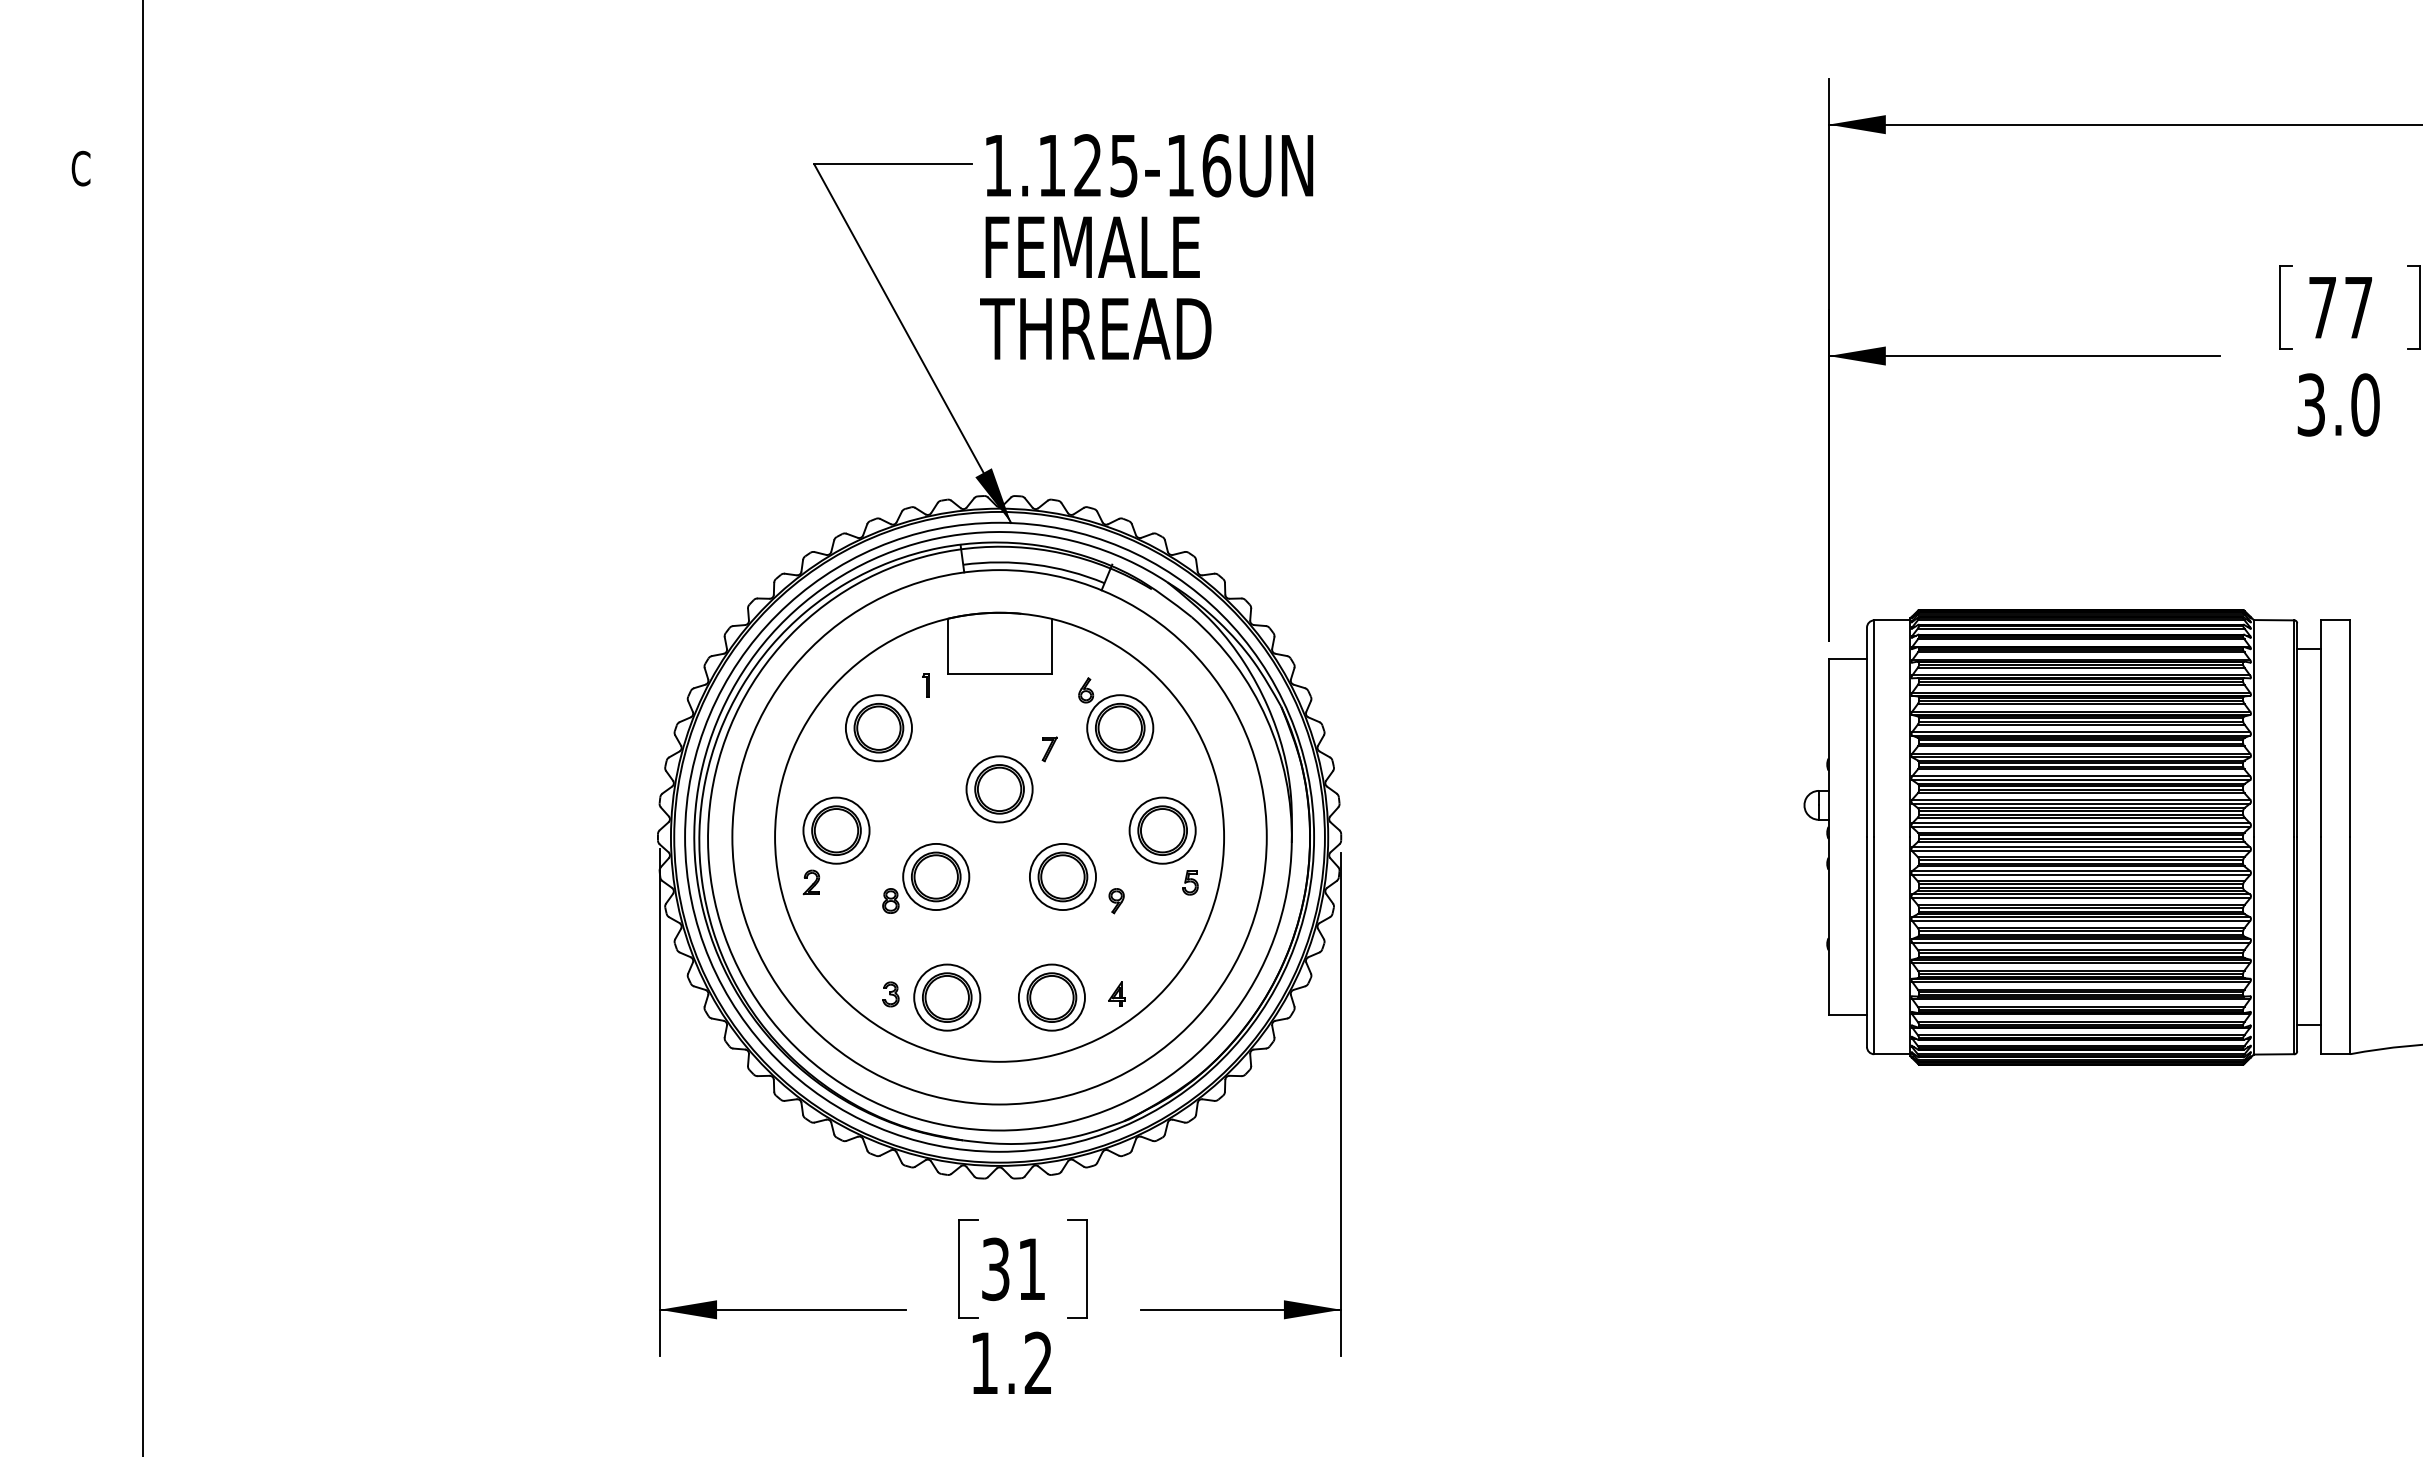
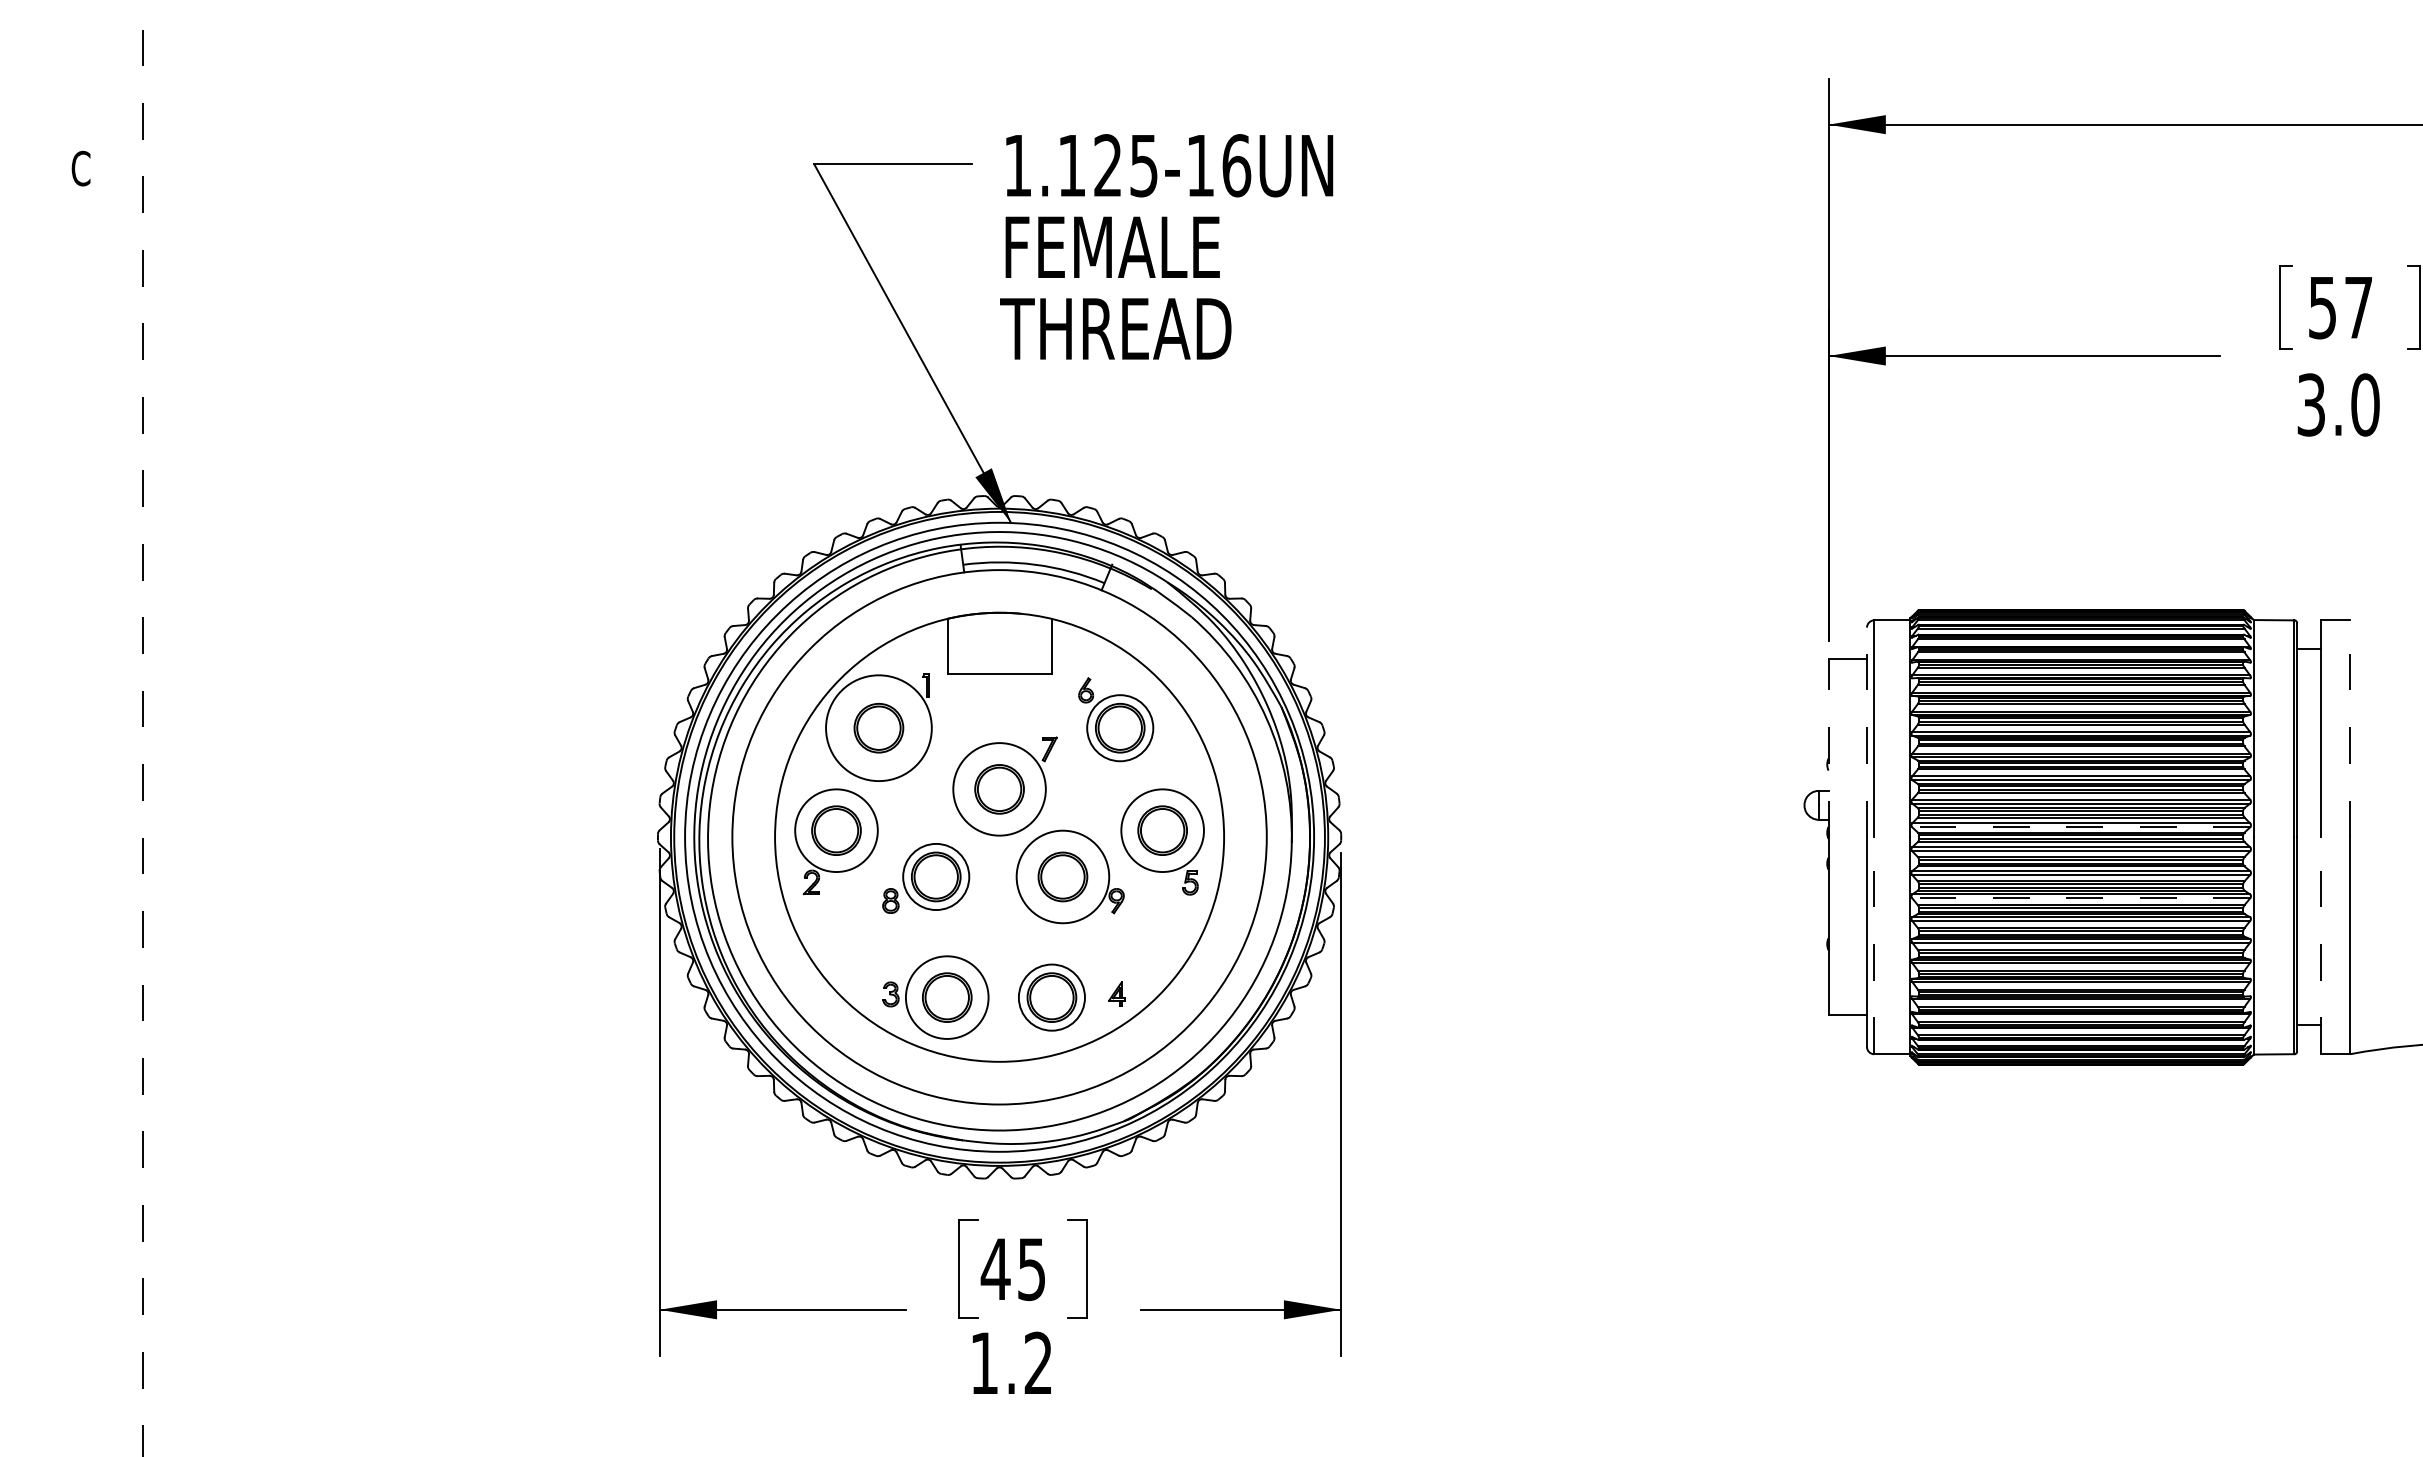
text at (1146, 246) position: (1146, 246) -> (1166, 246)
text at (2322, 308): 77 -> 57
line at (143, 728): solid -> dashed
circle at (878, 728) diameter: 66 px -> 106 px
line at (2350, 728): solid -> dashed
line at (1867, 732): solid -> dashed
line at (1828, 747): solid -> dashed
circle at (999, 789) diameter: 66 px -> 93 px
line at (2081, 827): solid -> dashed
circle at (836, 830) diameter: 66 px -> 83 px
circle at (1162, 830) diameter: 66 px -> 83 px
circle at (1062, 876) diameter: 66 px -> 93 px
line at (2081, 898): solid -> dashed
line at (1874, 945): solid -> dashed
line at (2321, 945): solid -> dashed
circle at (947, 997) diameter: 66 px -> 83 px
text at (1012, 1269): 31 -> 45
